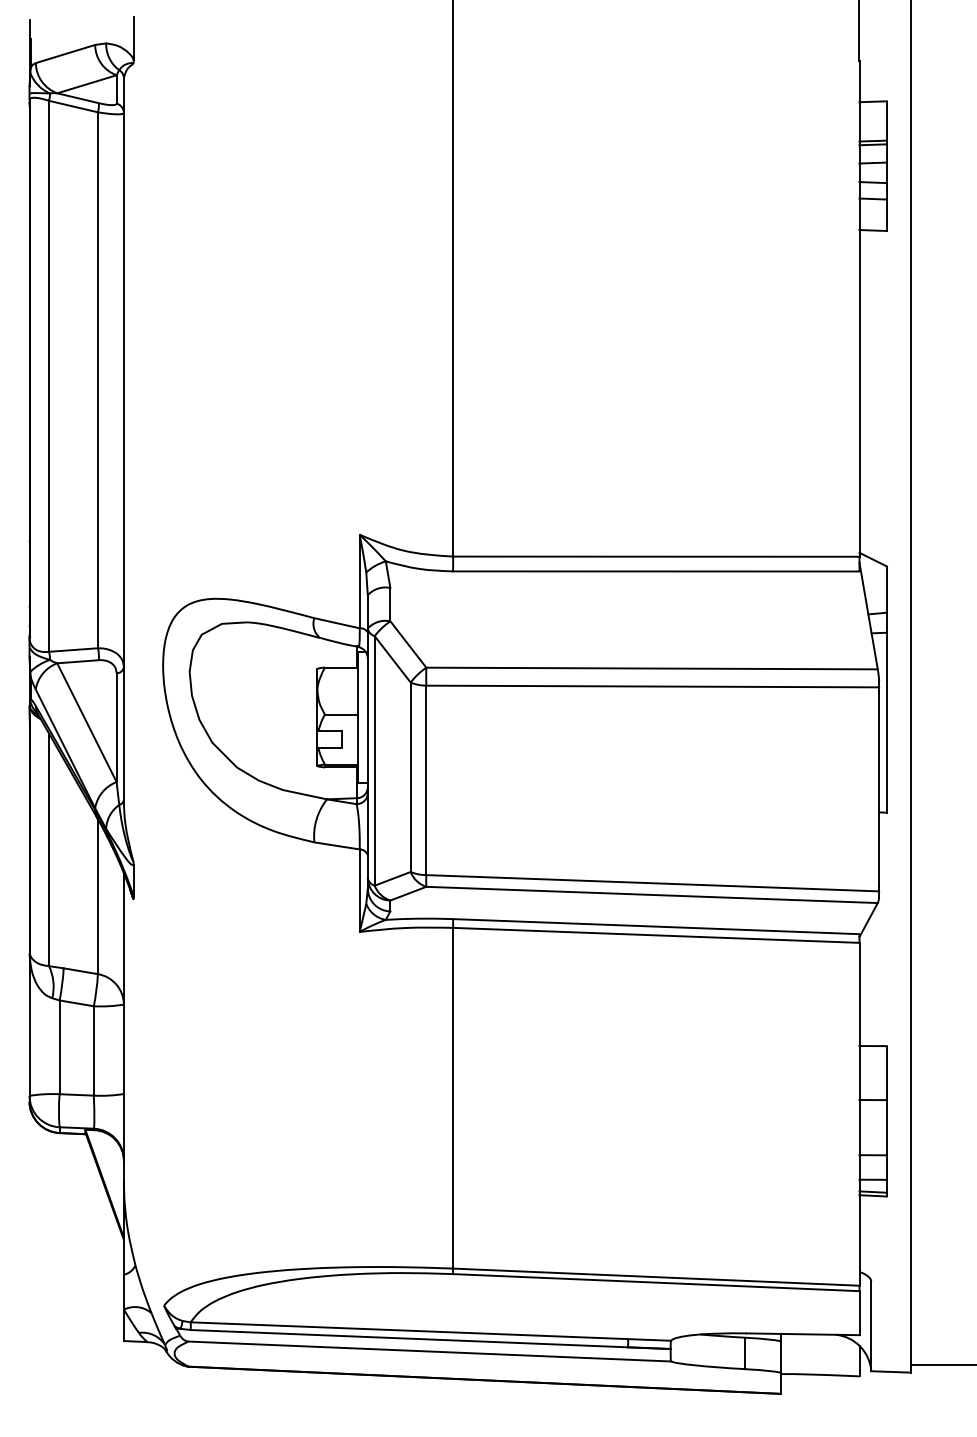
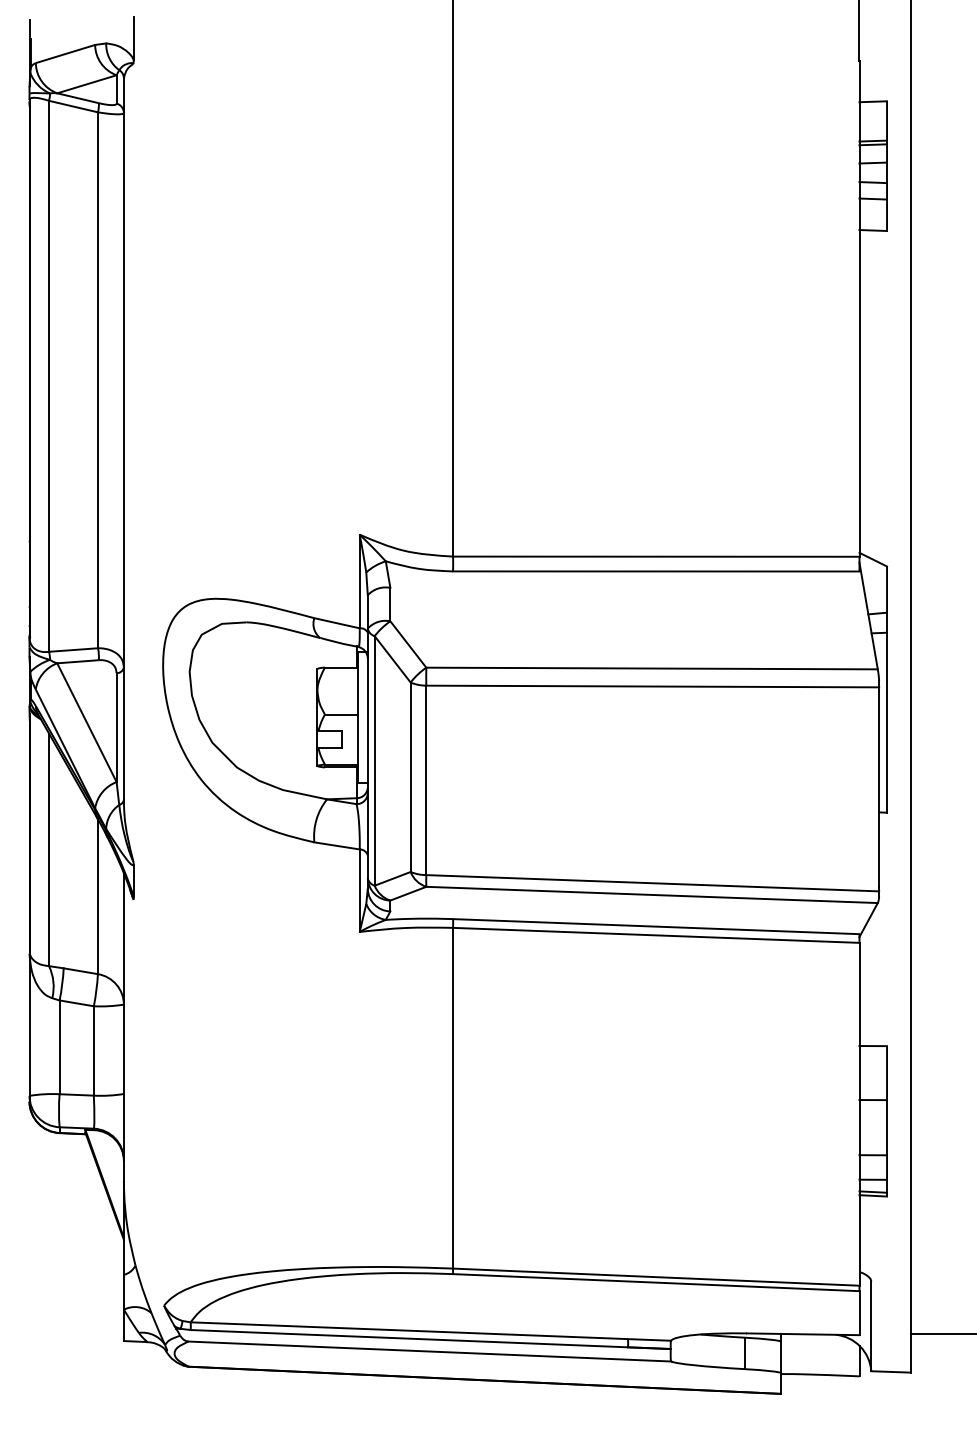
line at (941, 1364) position: (941, 1364) -> (941, 1333)
